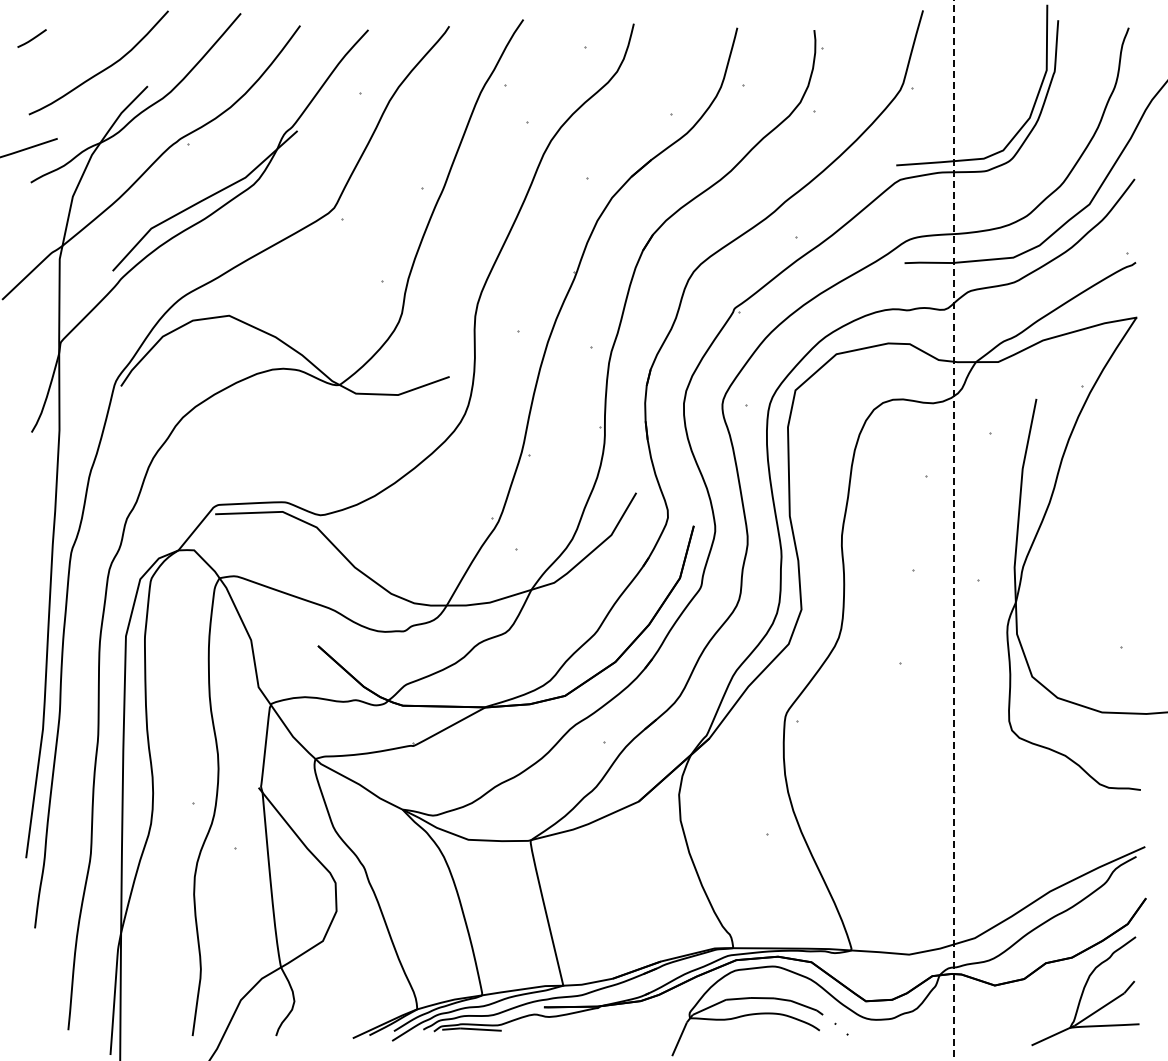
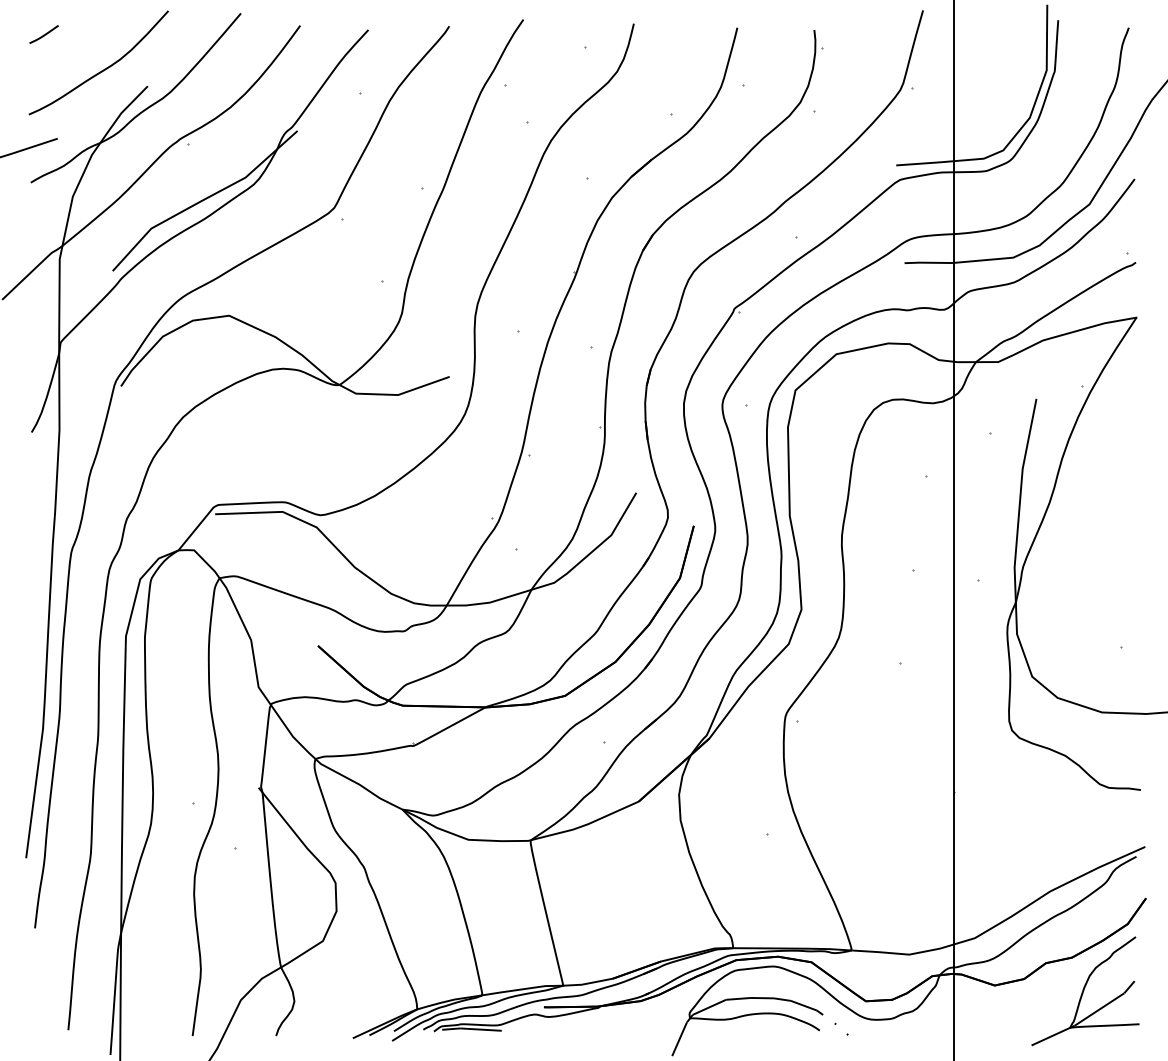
curve at (31, 38) position: (31, 38) -> (43, 34)
line at (953, 529): dashed -> solid
